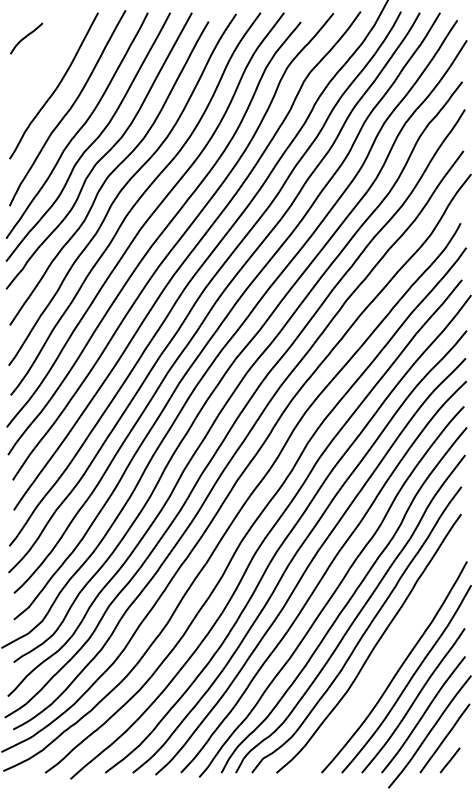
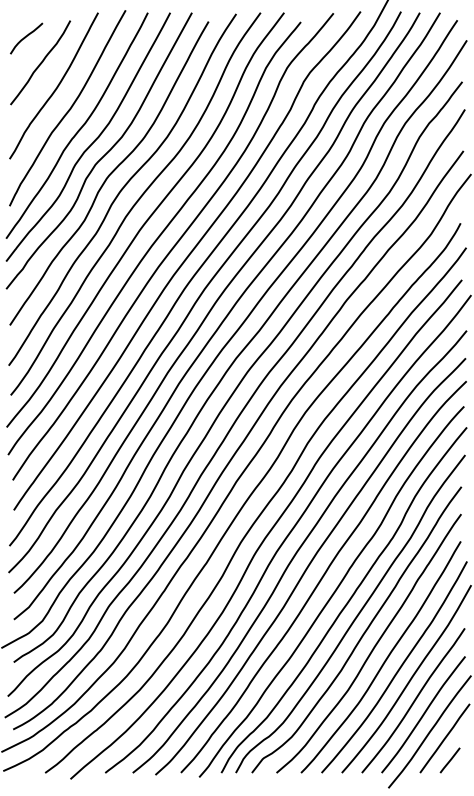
curve at (40, 62): none -> present
curve at (384, 660): none -> present
